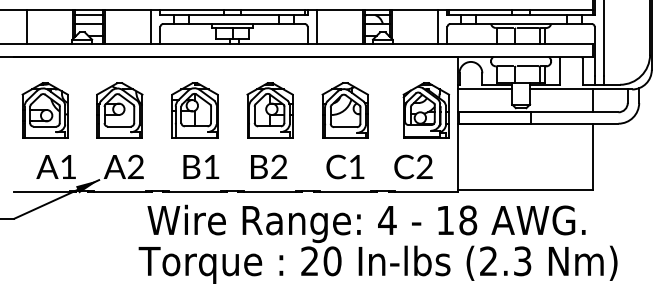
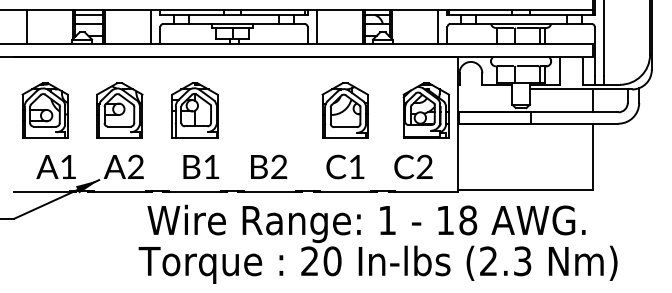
line at (485, 89): present -> none
part at (269, 110): present -> none
text at (387, 220): 4 -> 1
